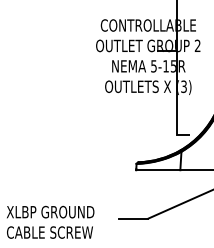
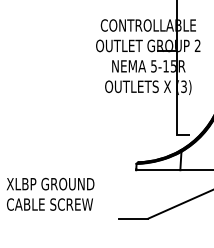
text at (50, 221) position: (50, 221) -> (50, 193)
